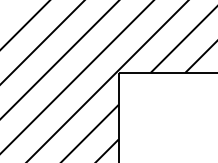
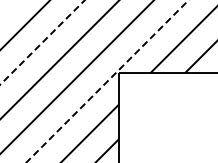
line at (42, 42): solid -> dashed
line at (107, 81): solid -> dashed
